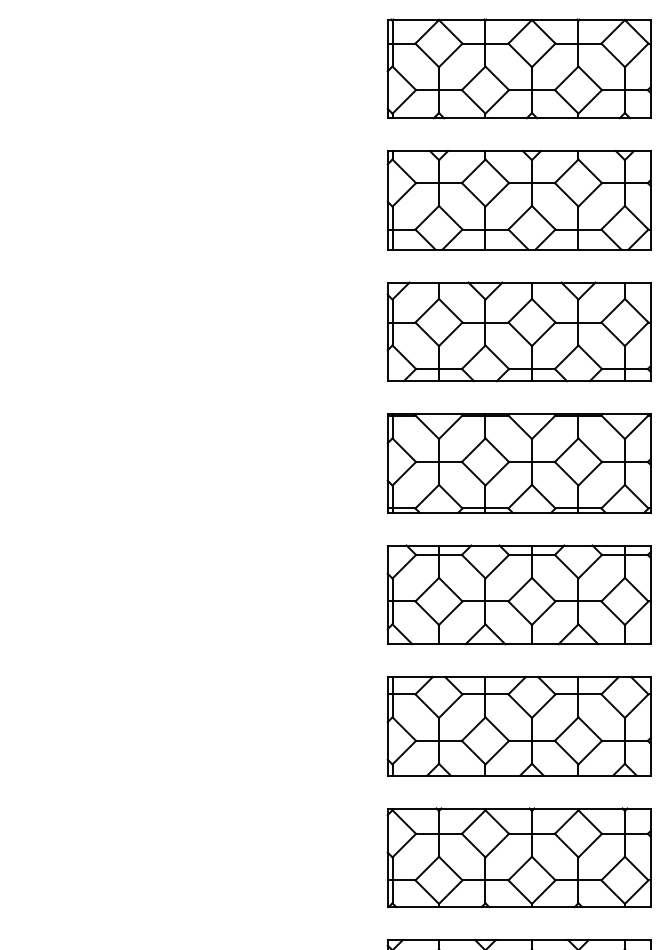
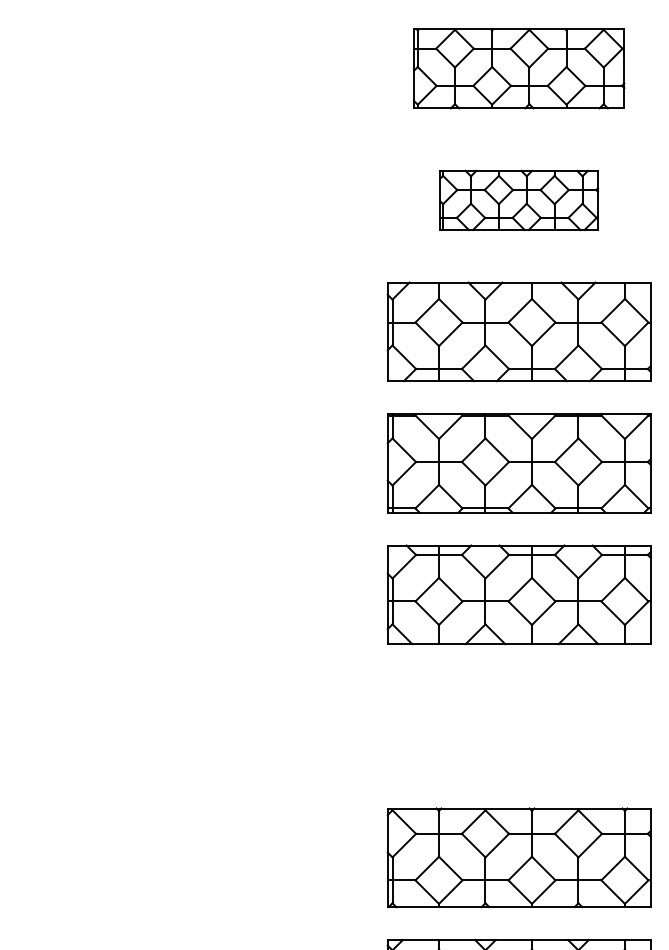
part at (518, 68) size: 266x102 px -> 213x82 px
part at (518, 200) size: 266x101 px -> 161x63 px
part at (518, 726): present -> none
